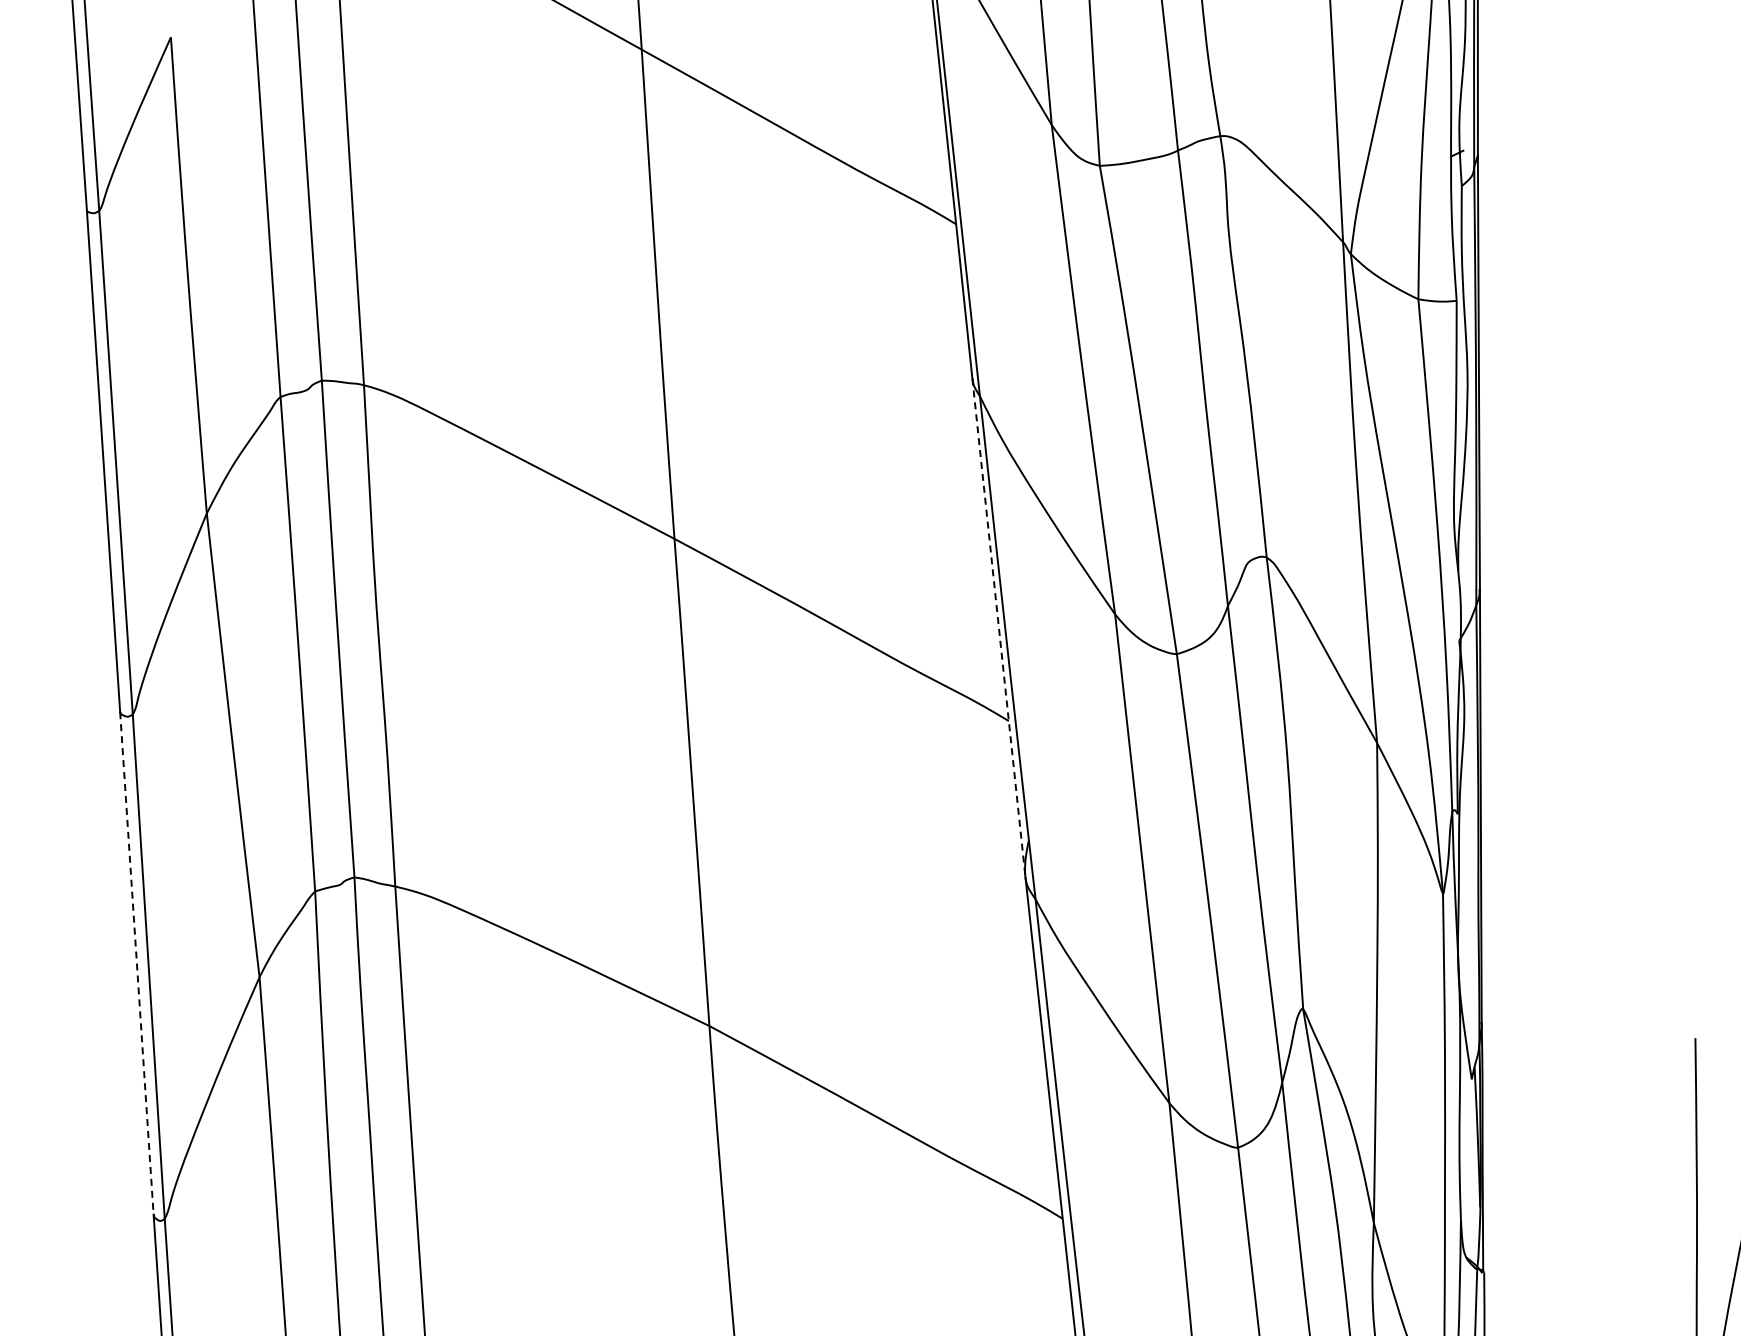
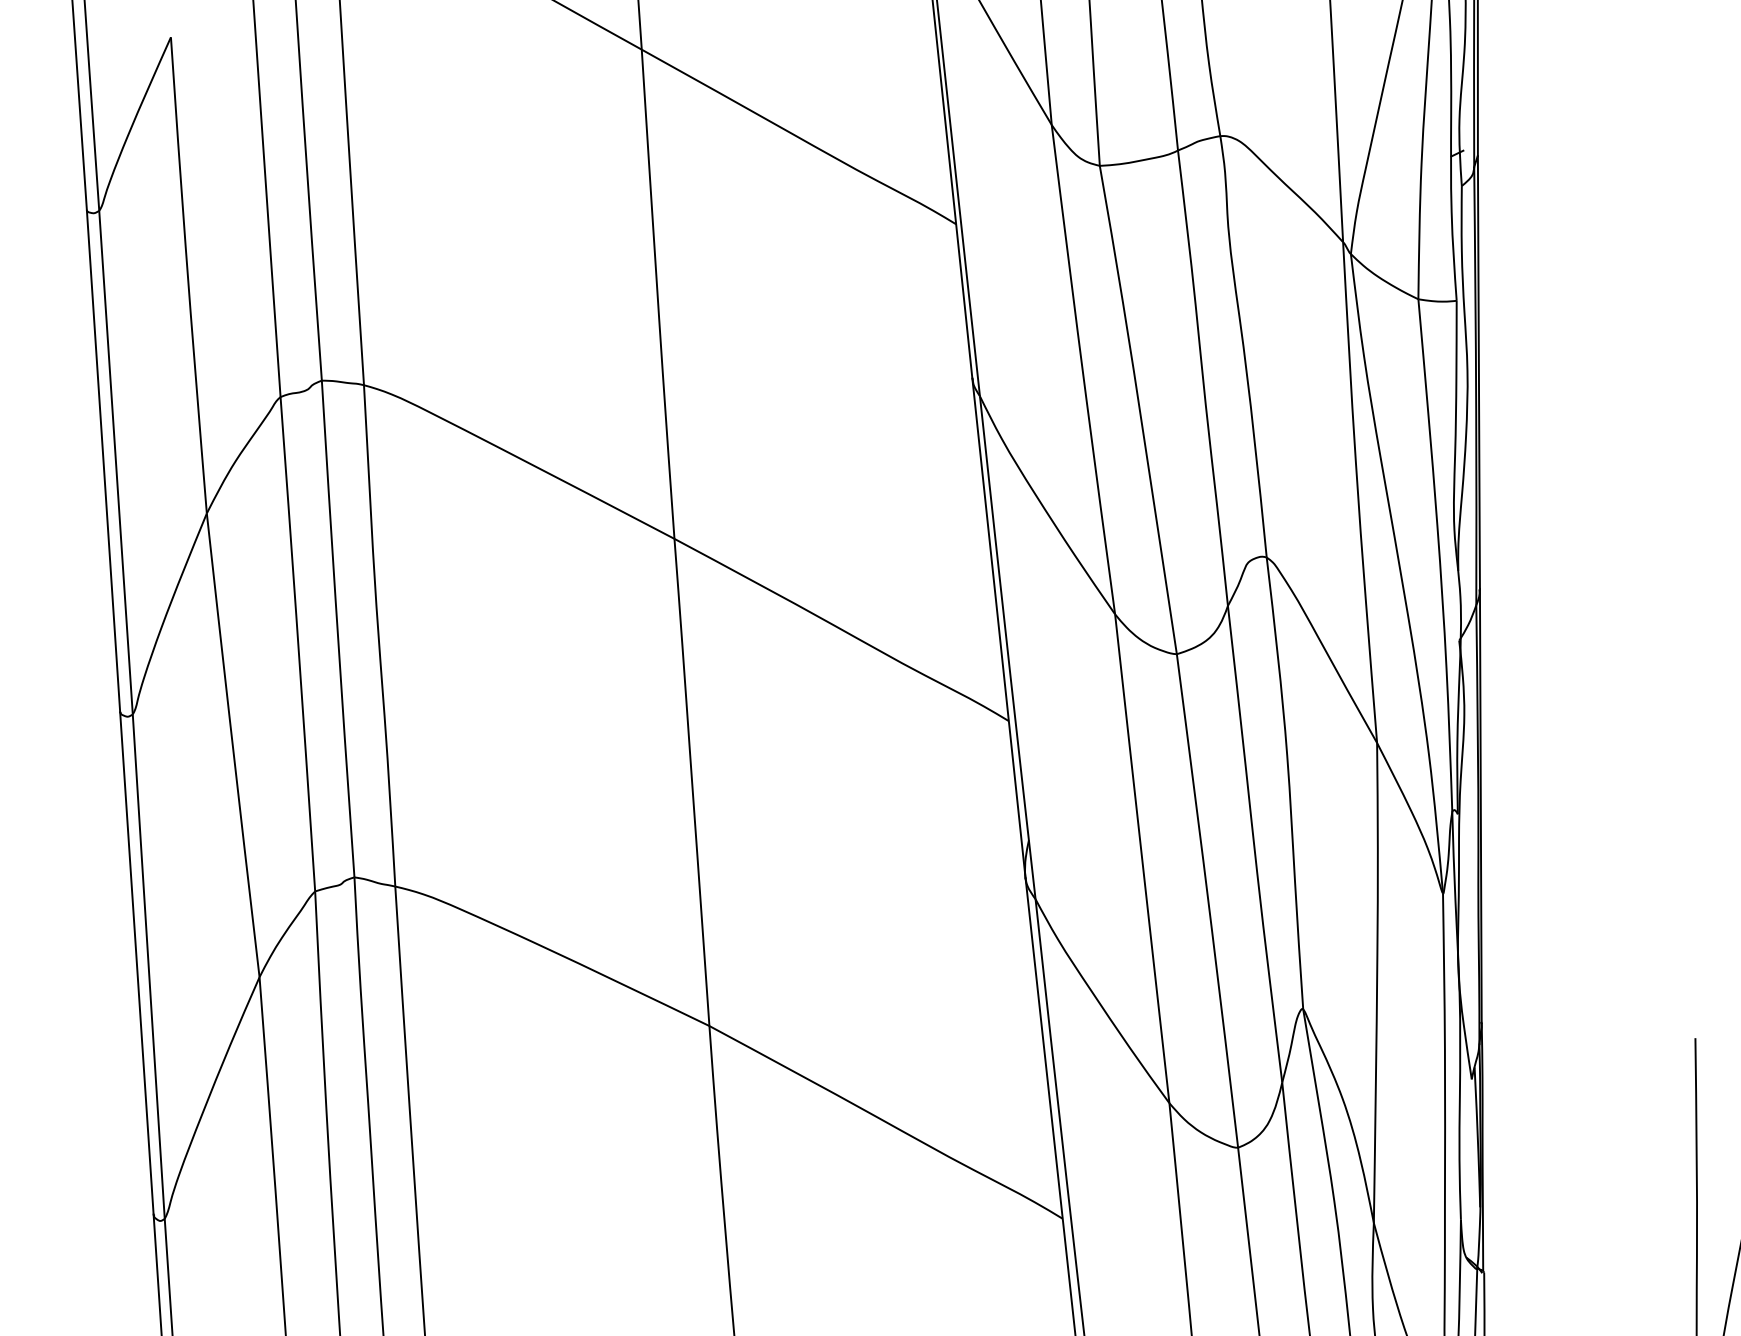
line at (999, 628): dashed -> solid
line at (136, 963): dashed -> solid
